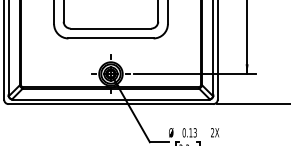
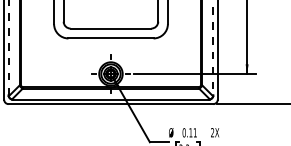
line at (8, 47): solid -> dashed
line at (213, 48): solid -> dashed
text at (194, 132): 0.13 -> 0.11
